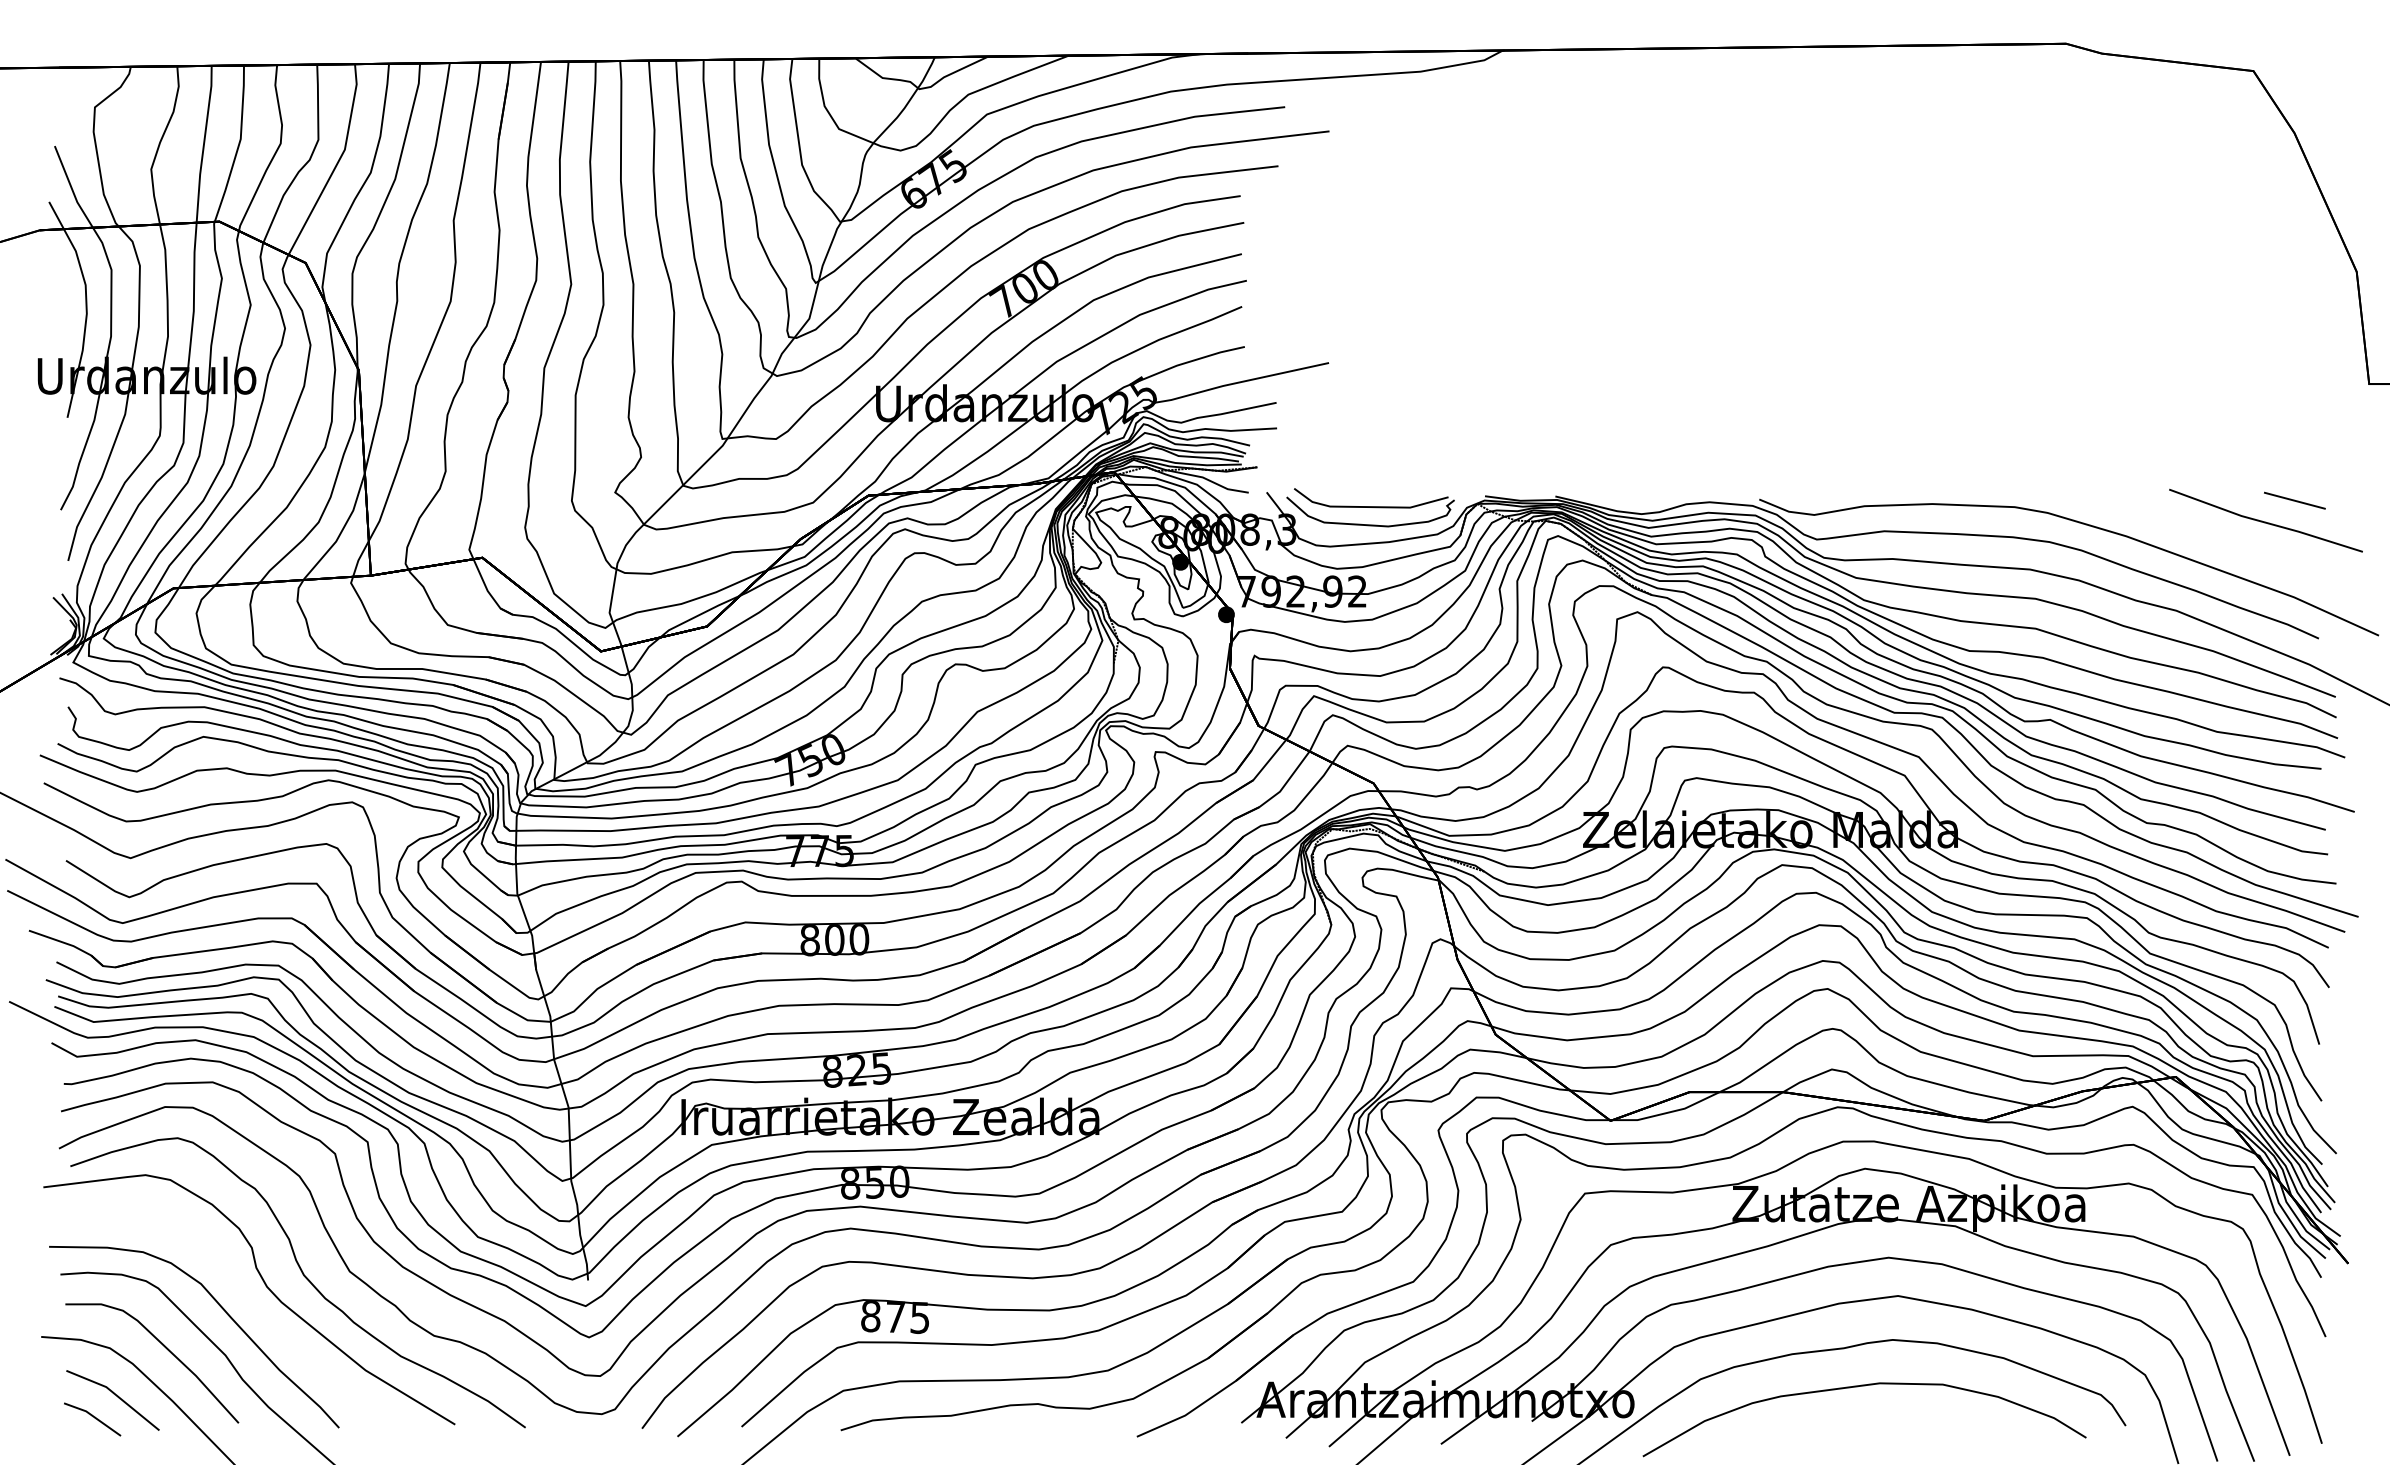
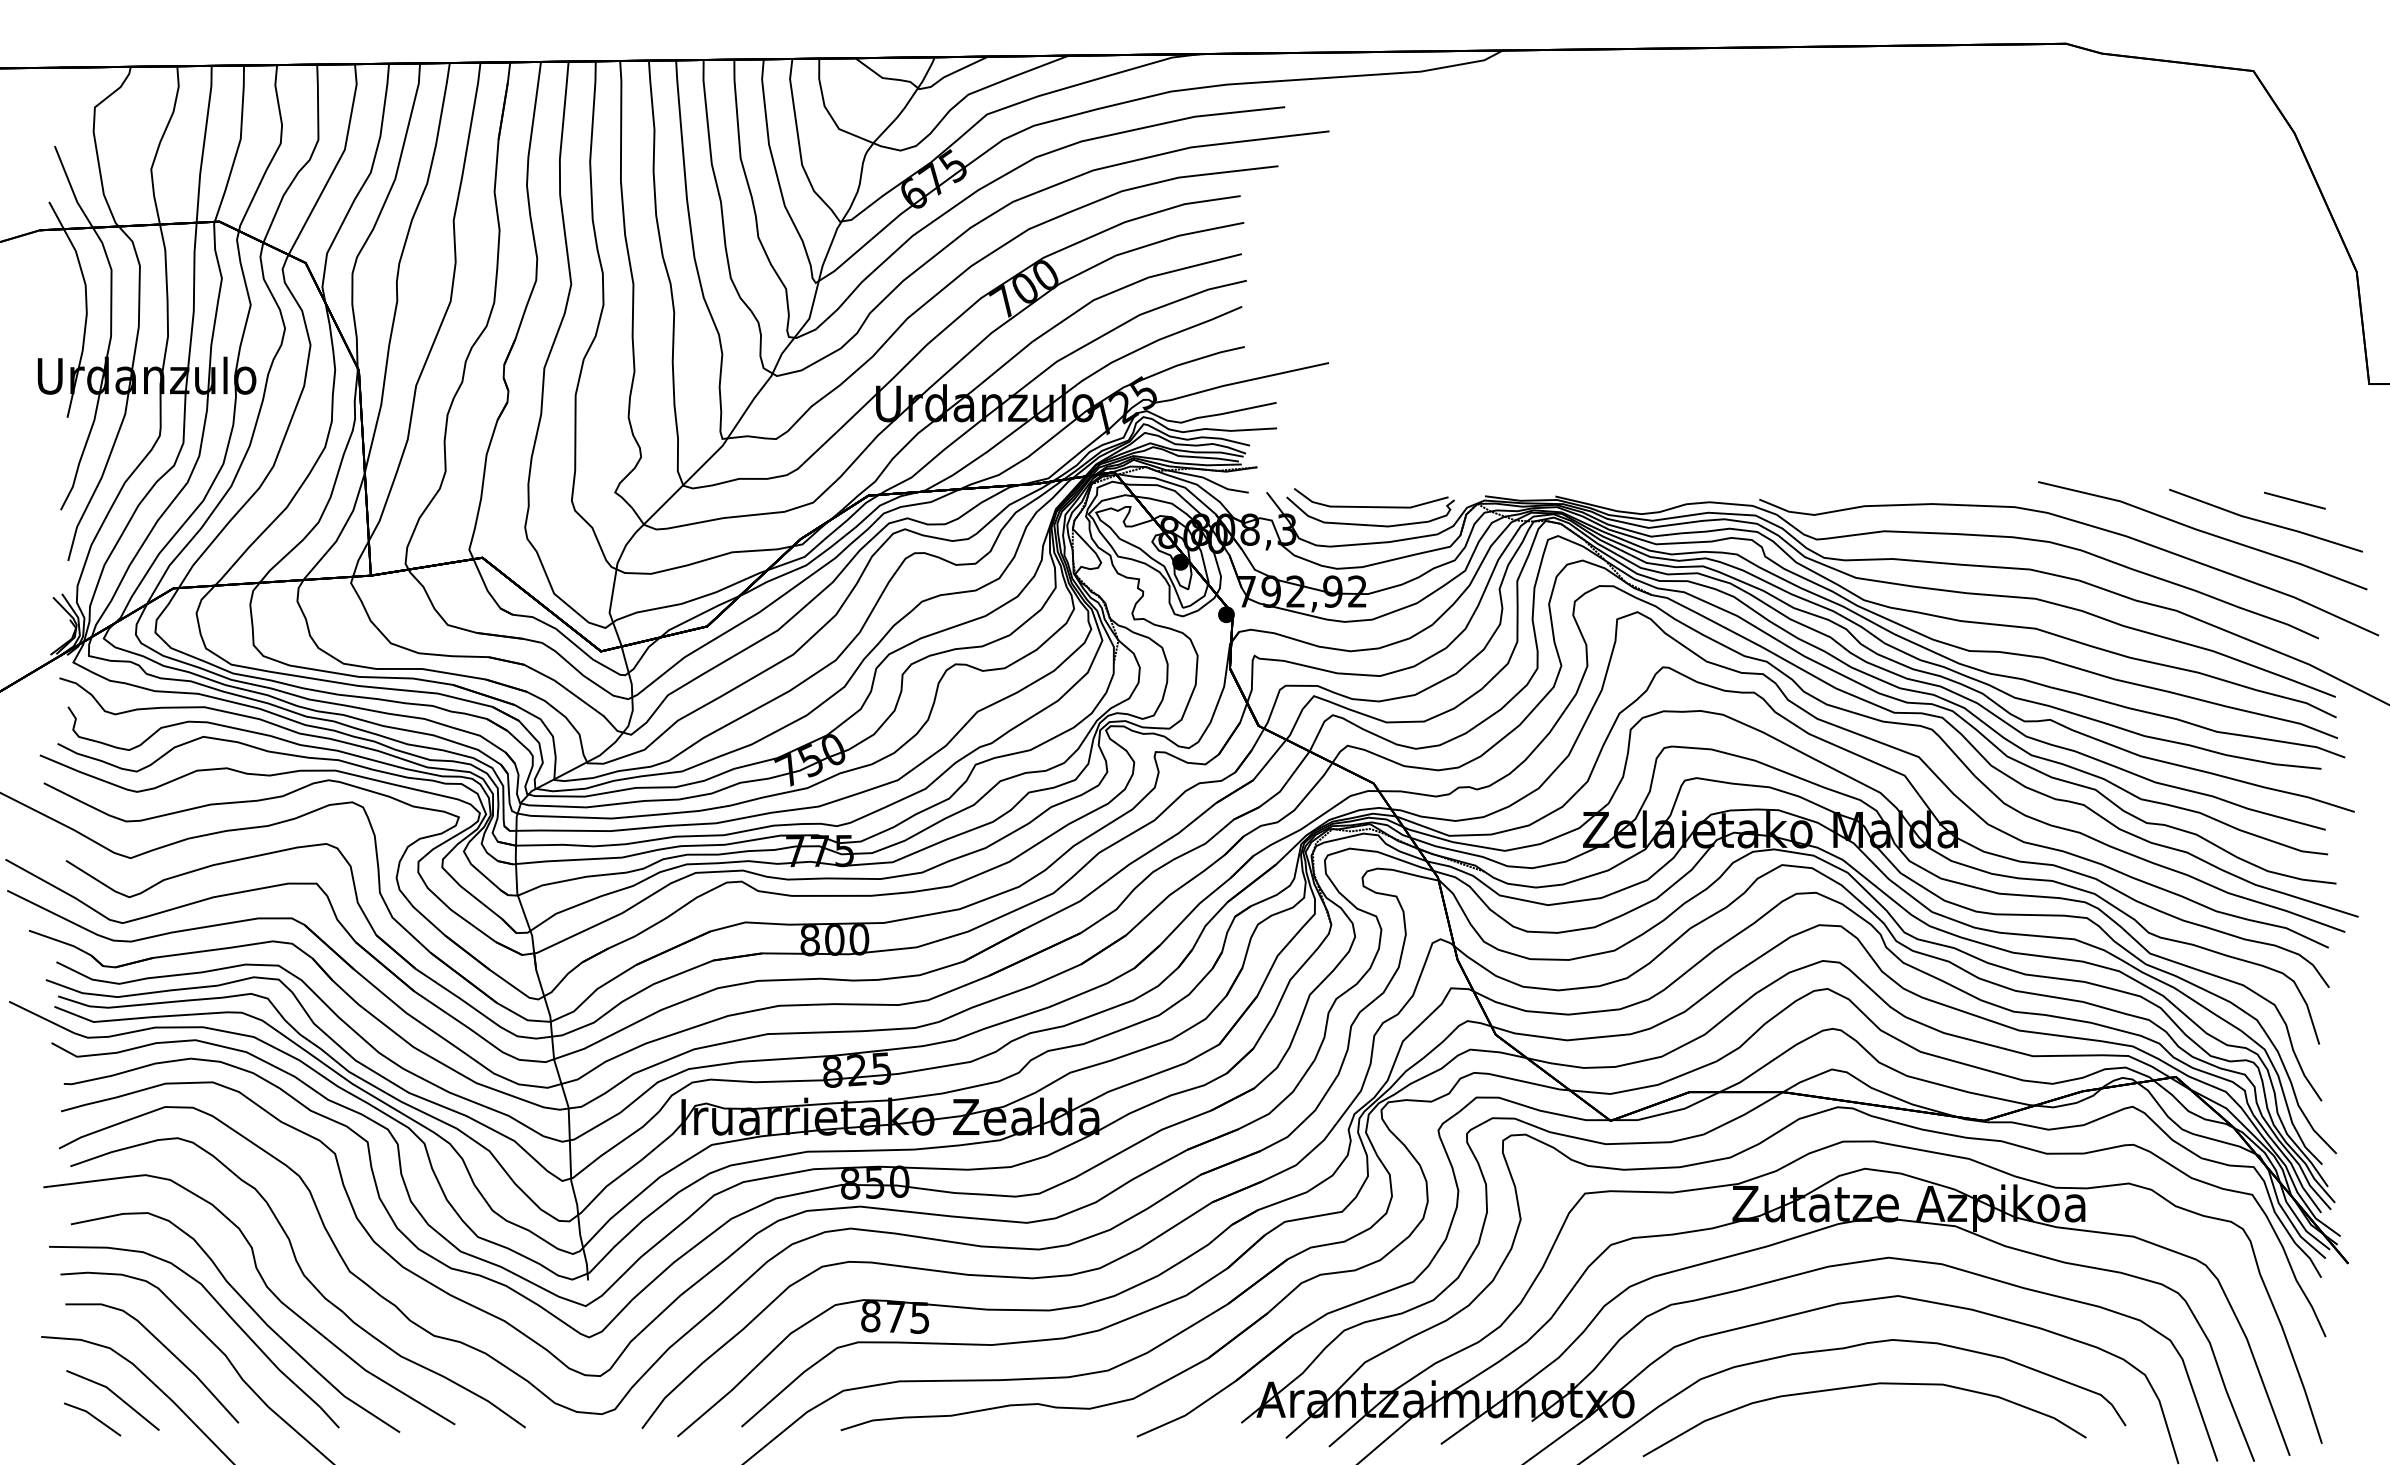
line at (2204, 533): none -> present
curve at (249, 1307): none -> present
